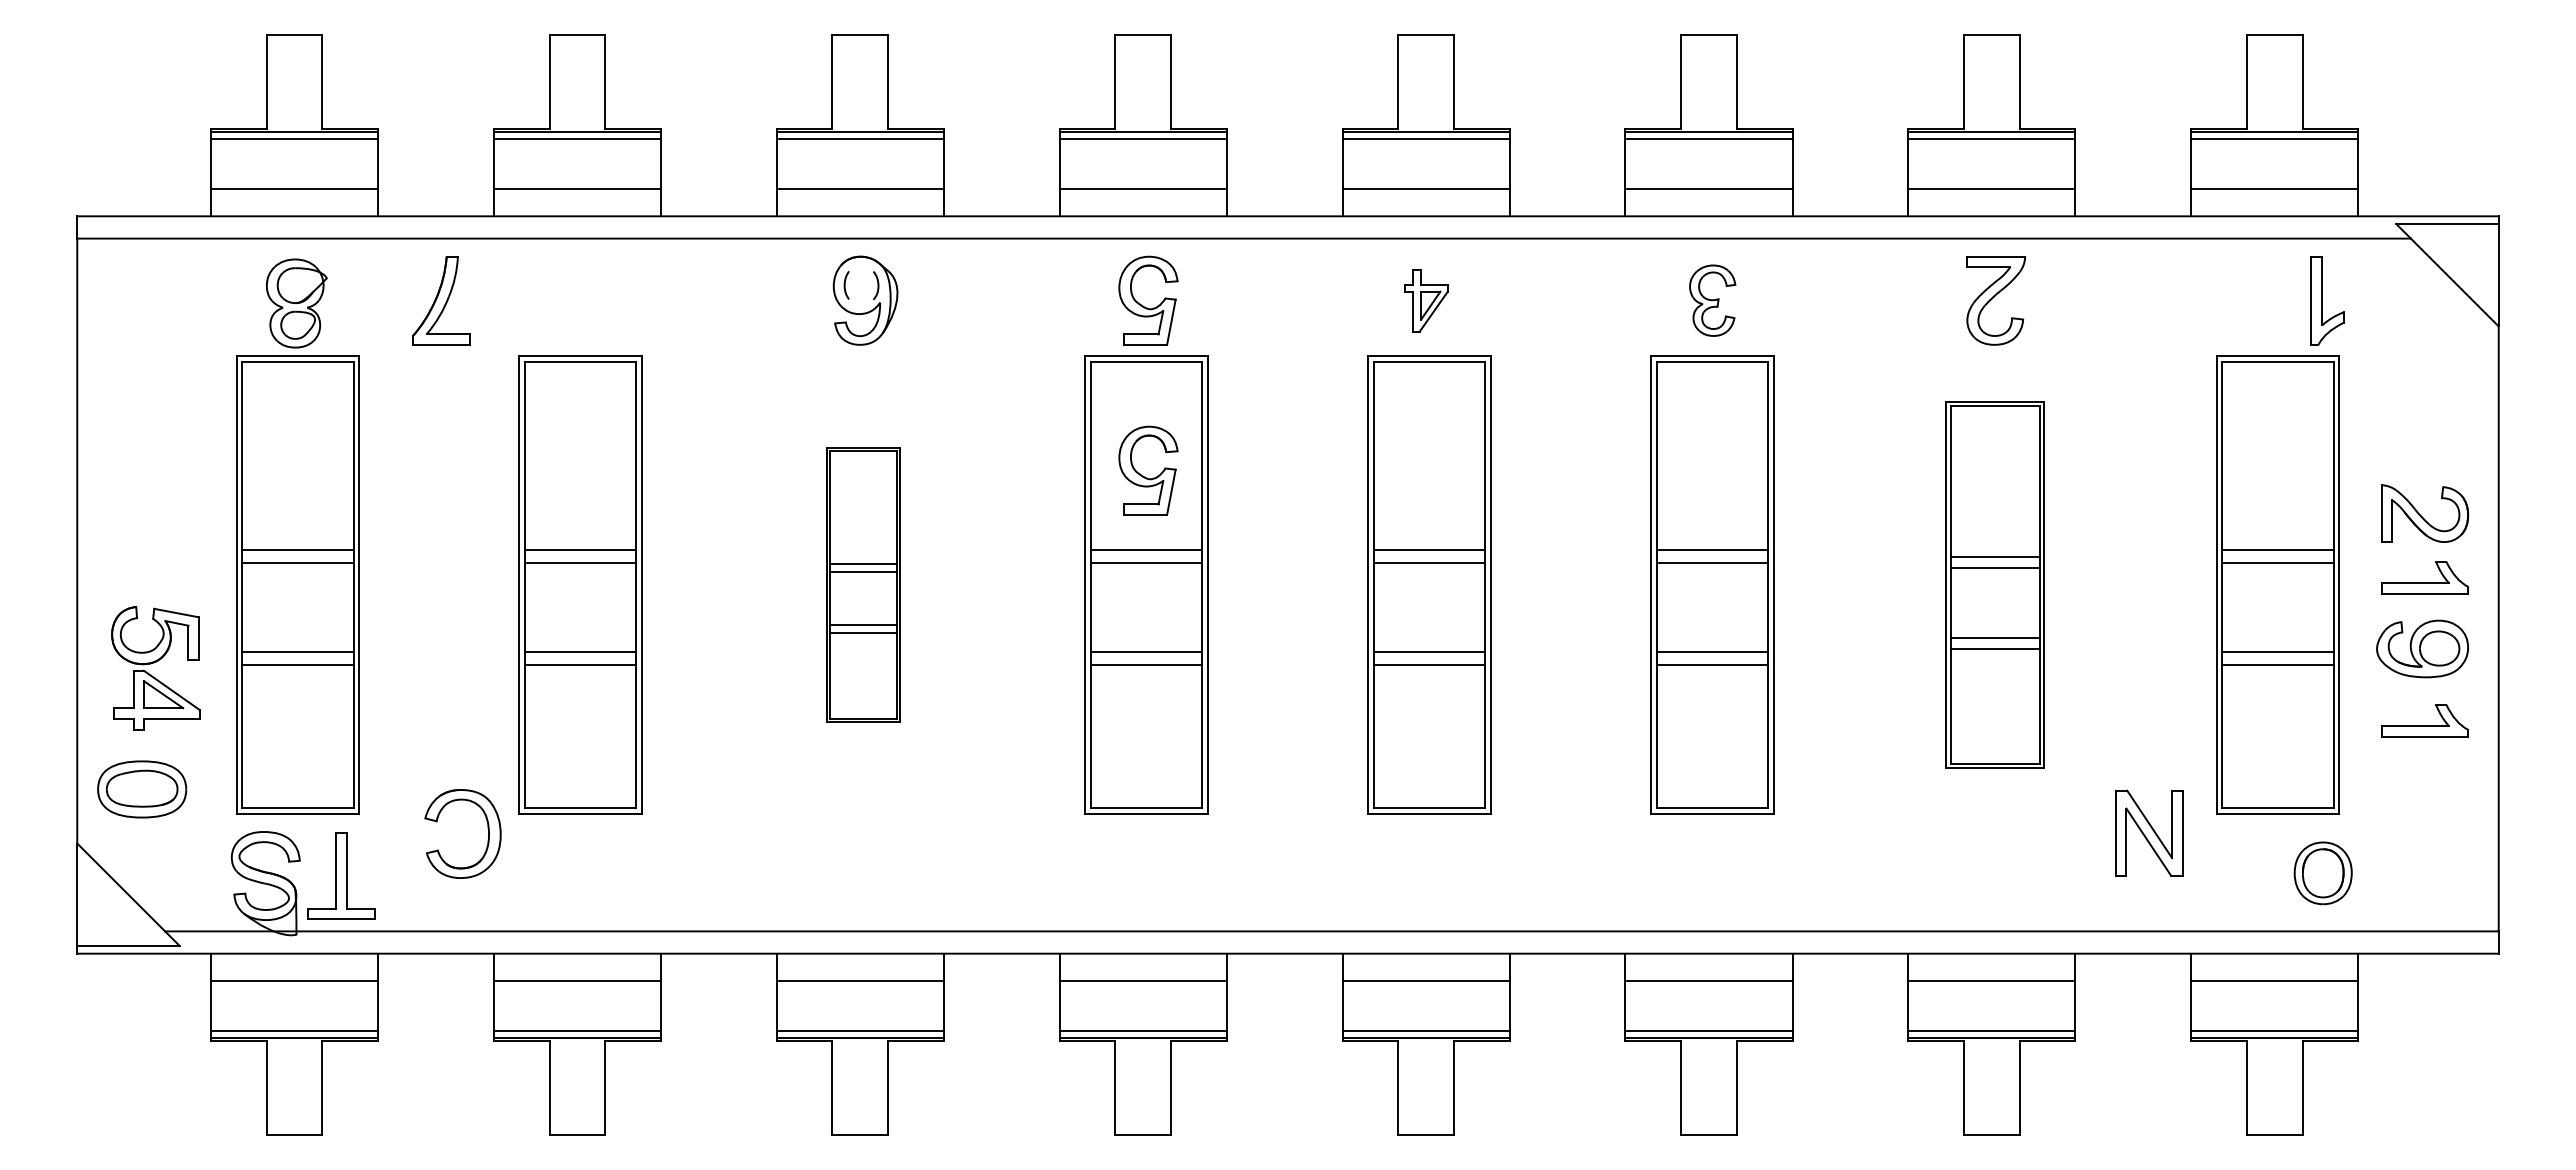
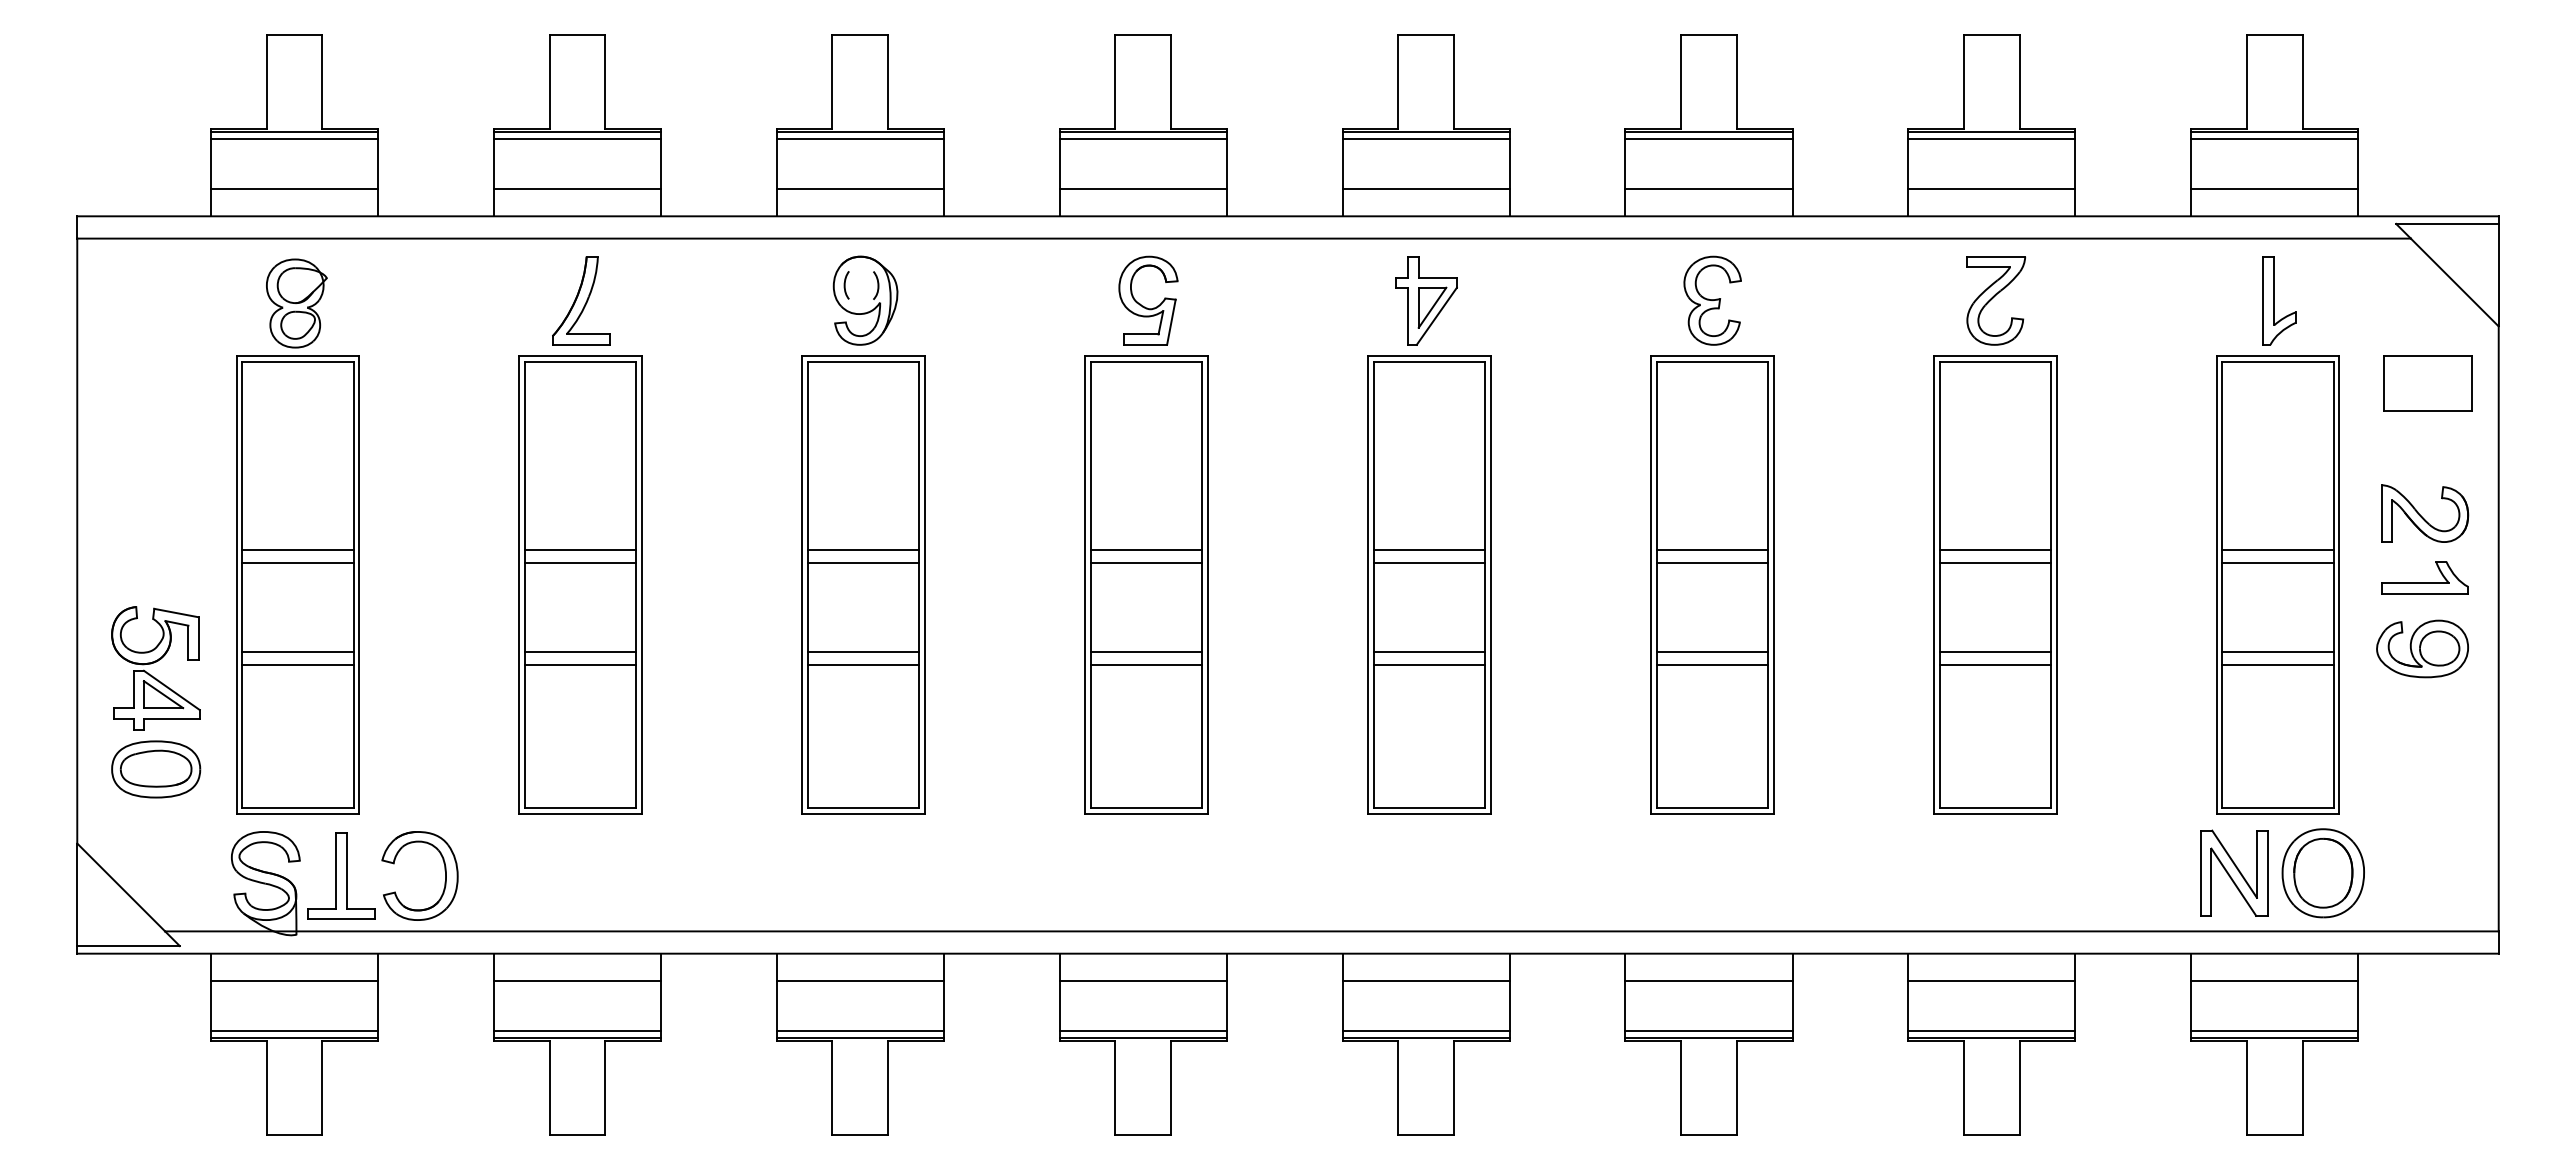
part at (441, 300) position: (441, 300) -> (581, 300)
part at (1426, 300) size: 45x64 px -> 63x90 px
part at (1712, 300) size: 48x73 px -> 59x91 px
part at (2327, 300) position: (2327, 300) -> (2279, 300)
part at (2427, 383): none -> present
part at (1145, 476): present -> none
part at (863, 584) size: 75x276 px -> 125x460 px
part at (1994, 584) size: 100x368 px -> 125x460 px
part at (2424, 720): present -> none
part at (142, 789) position: (142, 789) -> (156, 769)
part at (487, 828) position: (487, 828) -> (444, 870)
part at (2149, 832) position: (2149, 832) -> (2234, 872)
part at (2322, 873) size: 60x65 px -> 84x91 px
